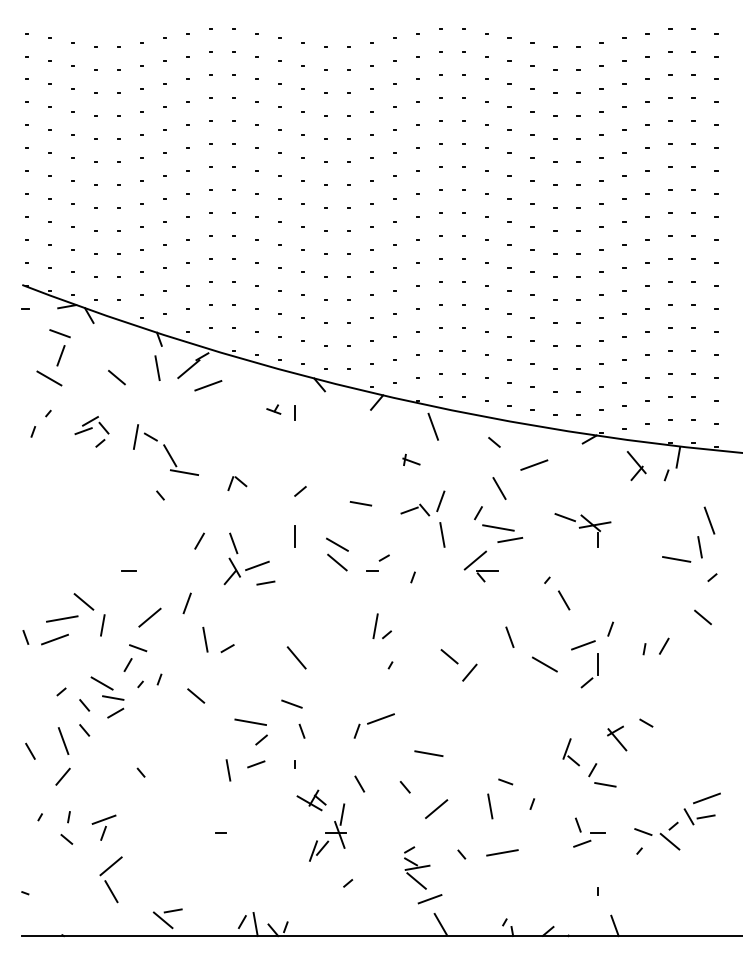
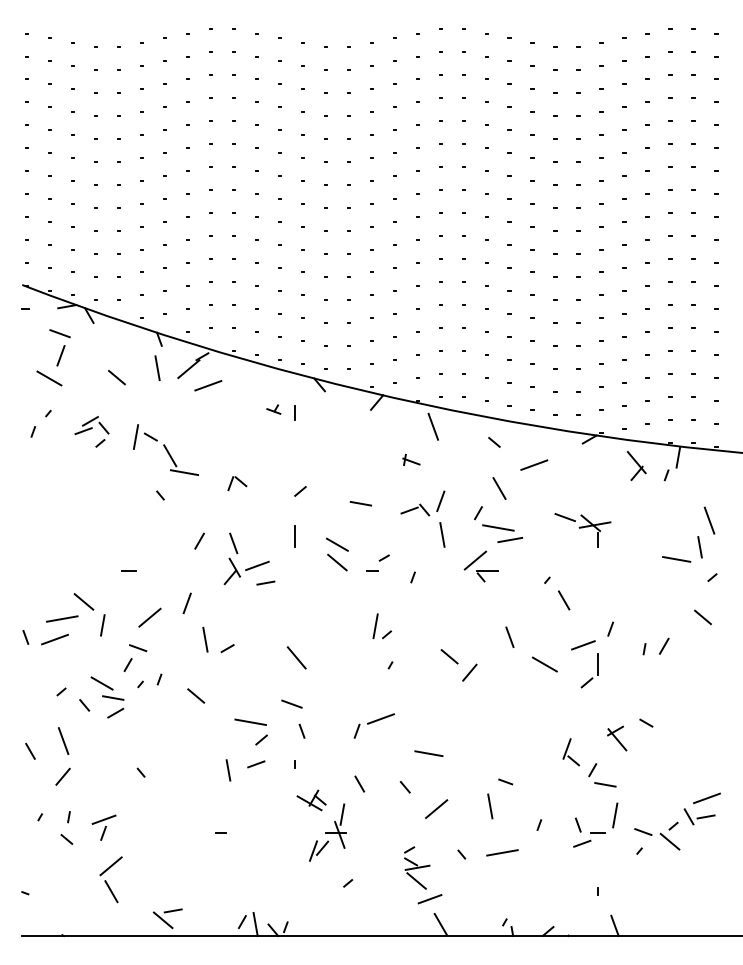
line at (84, 730): present -> none
line at (532, 803) position: (532, 803) -> (539, 824)
line at (615, 815): none -> present
